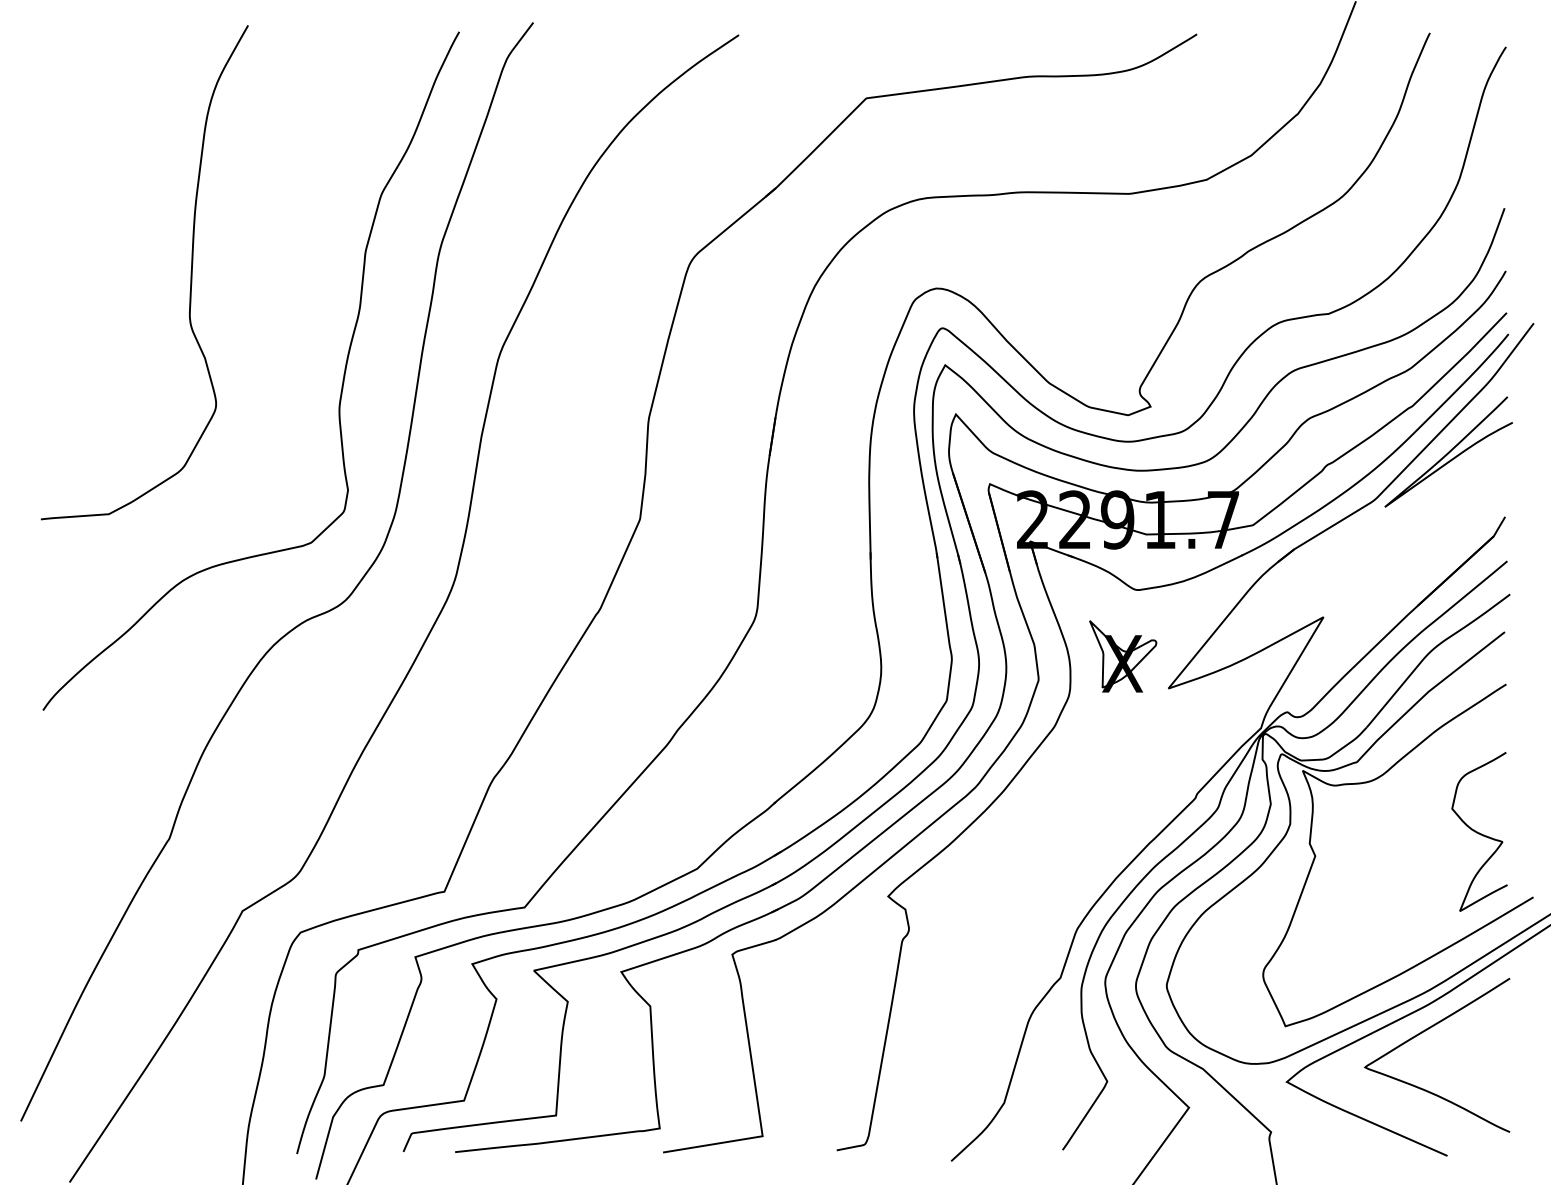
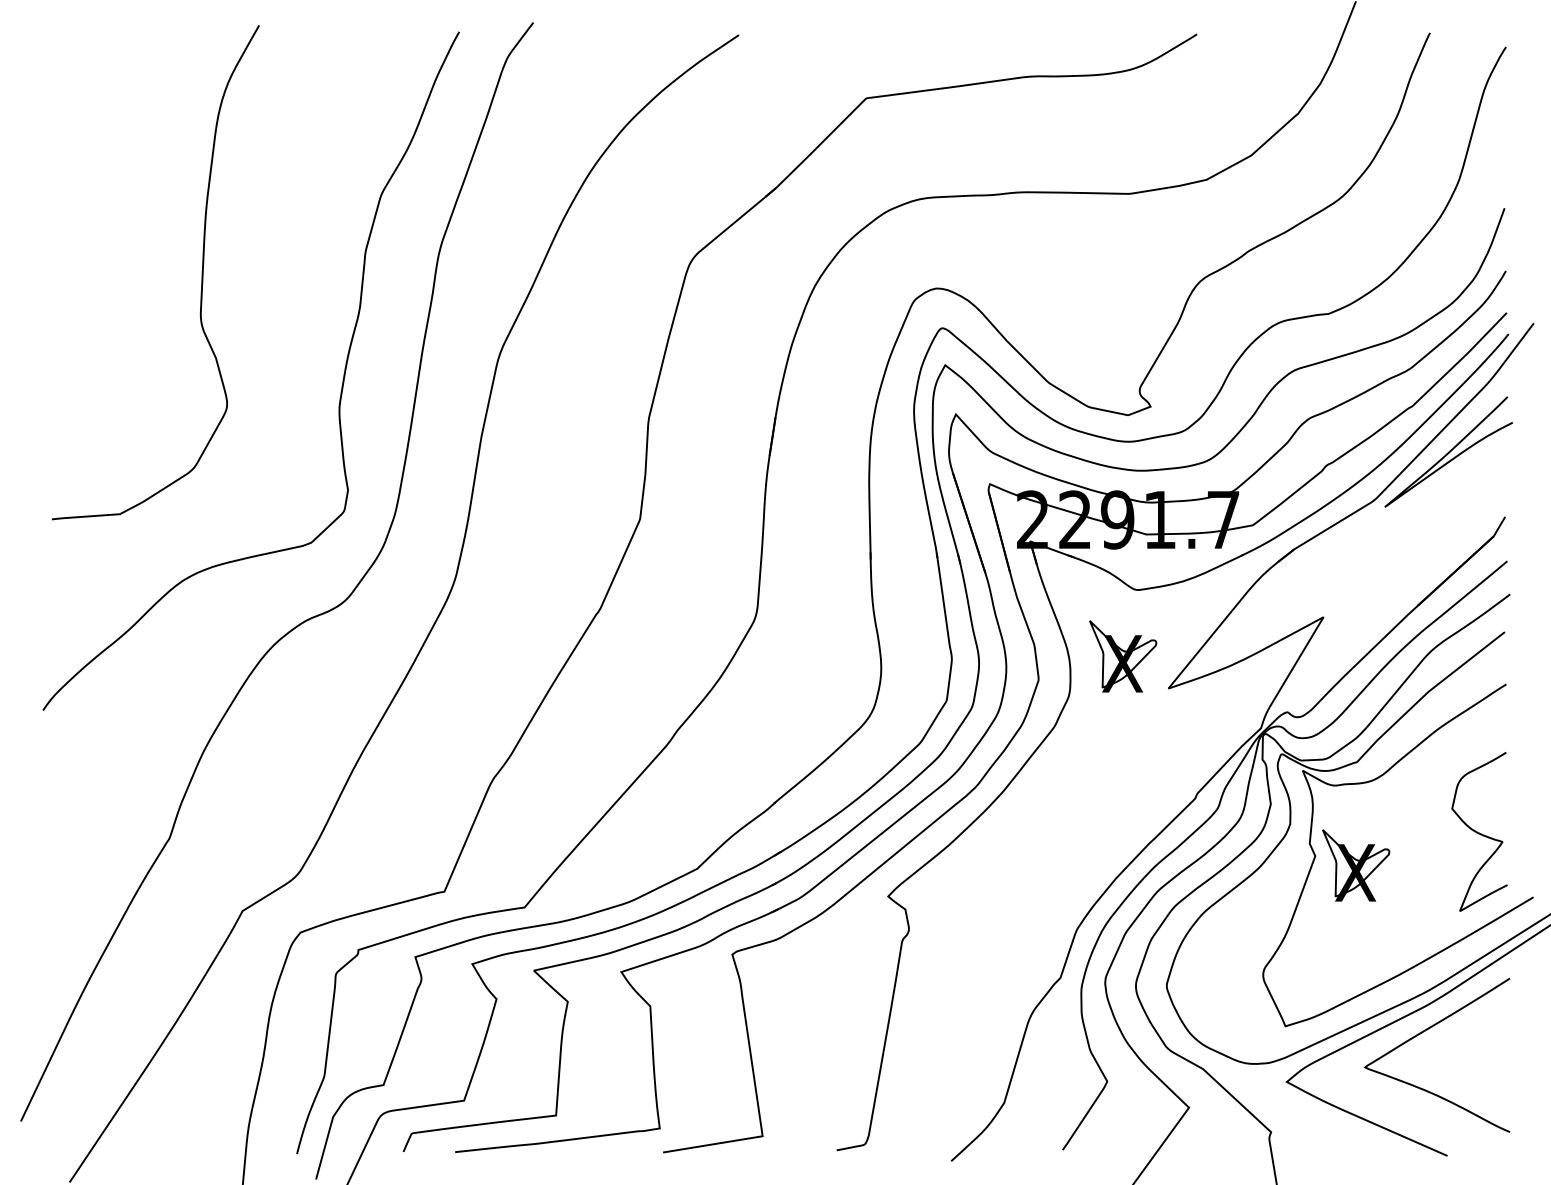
curve at (190, 272) position: (190, 272) -> (201, 272)
part at (1356, 865): none -> present
